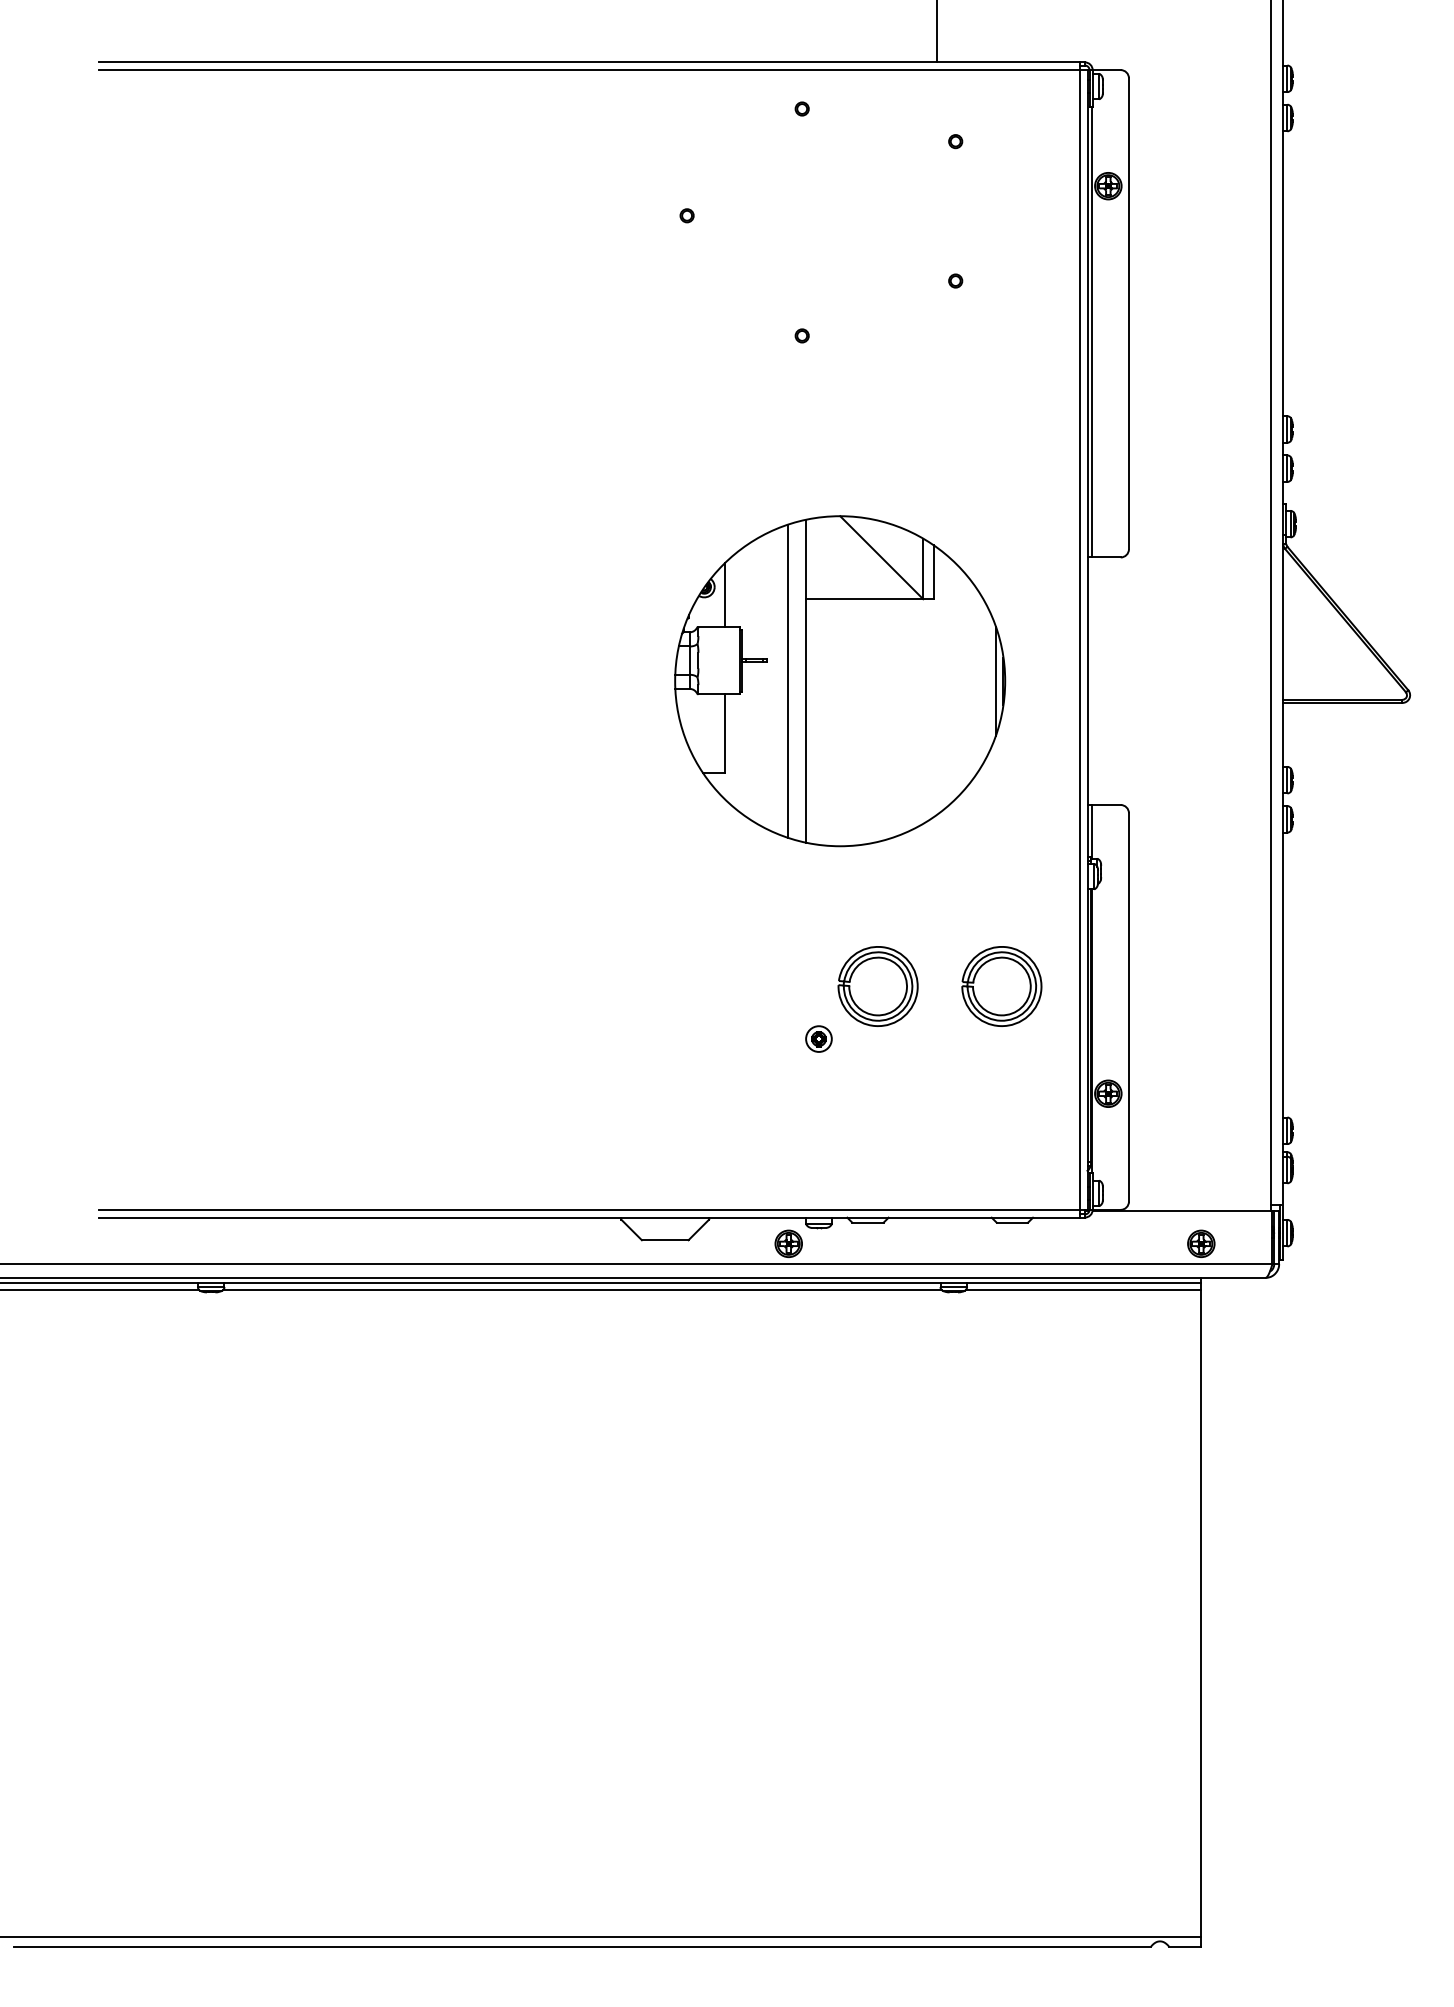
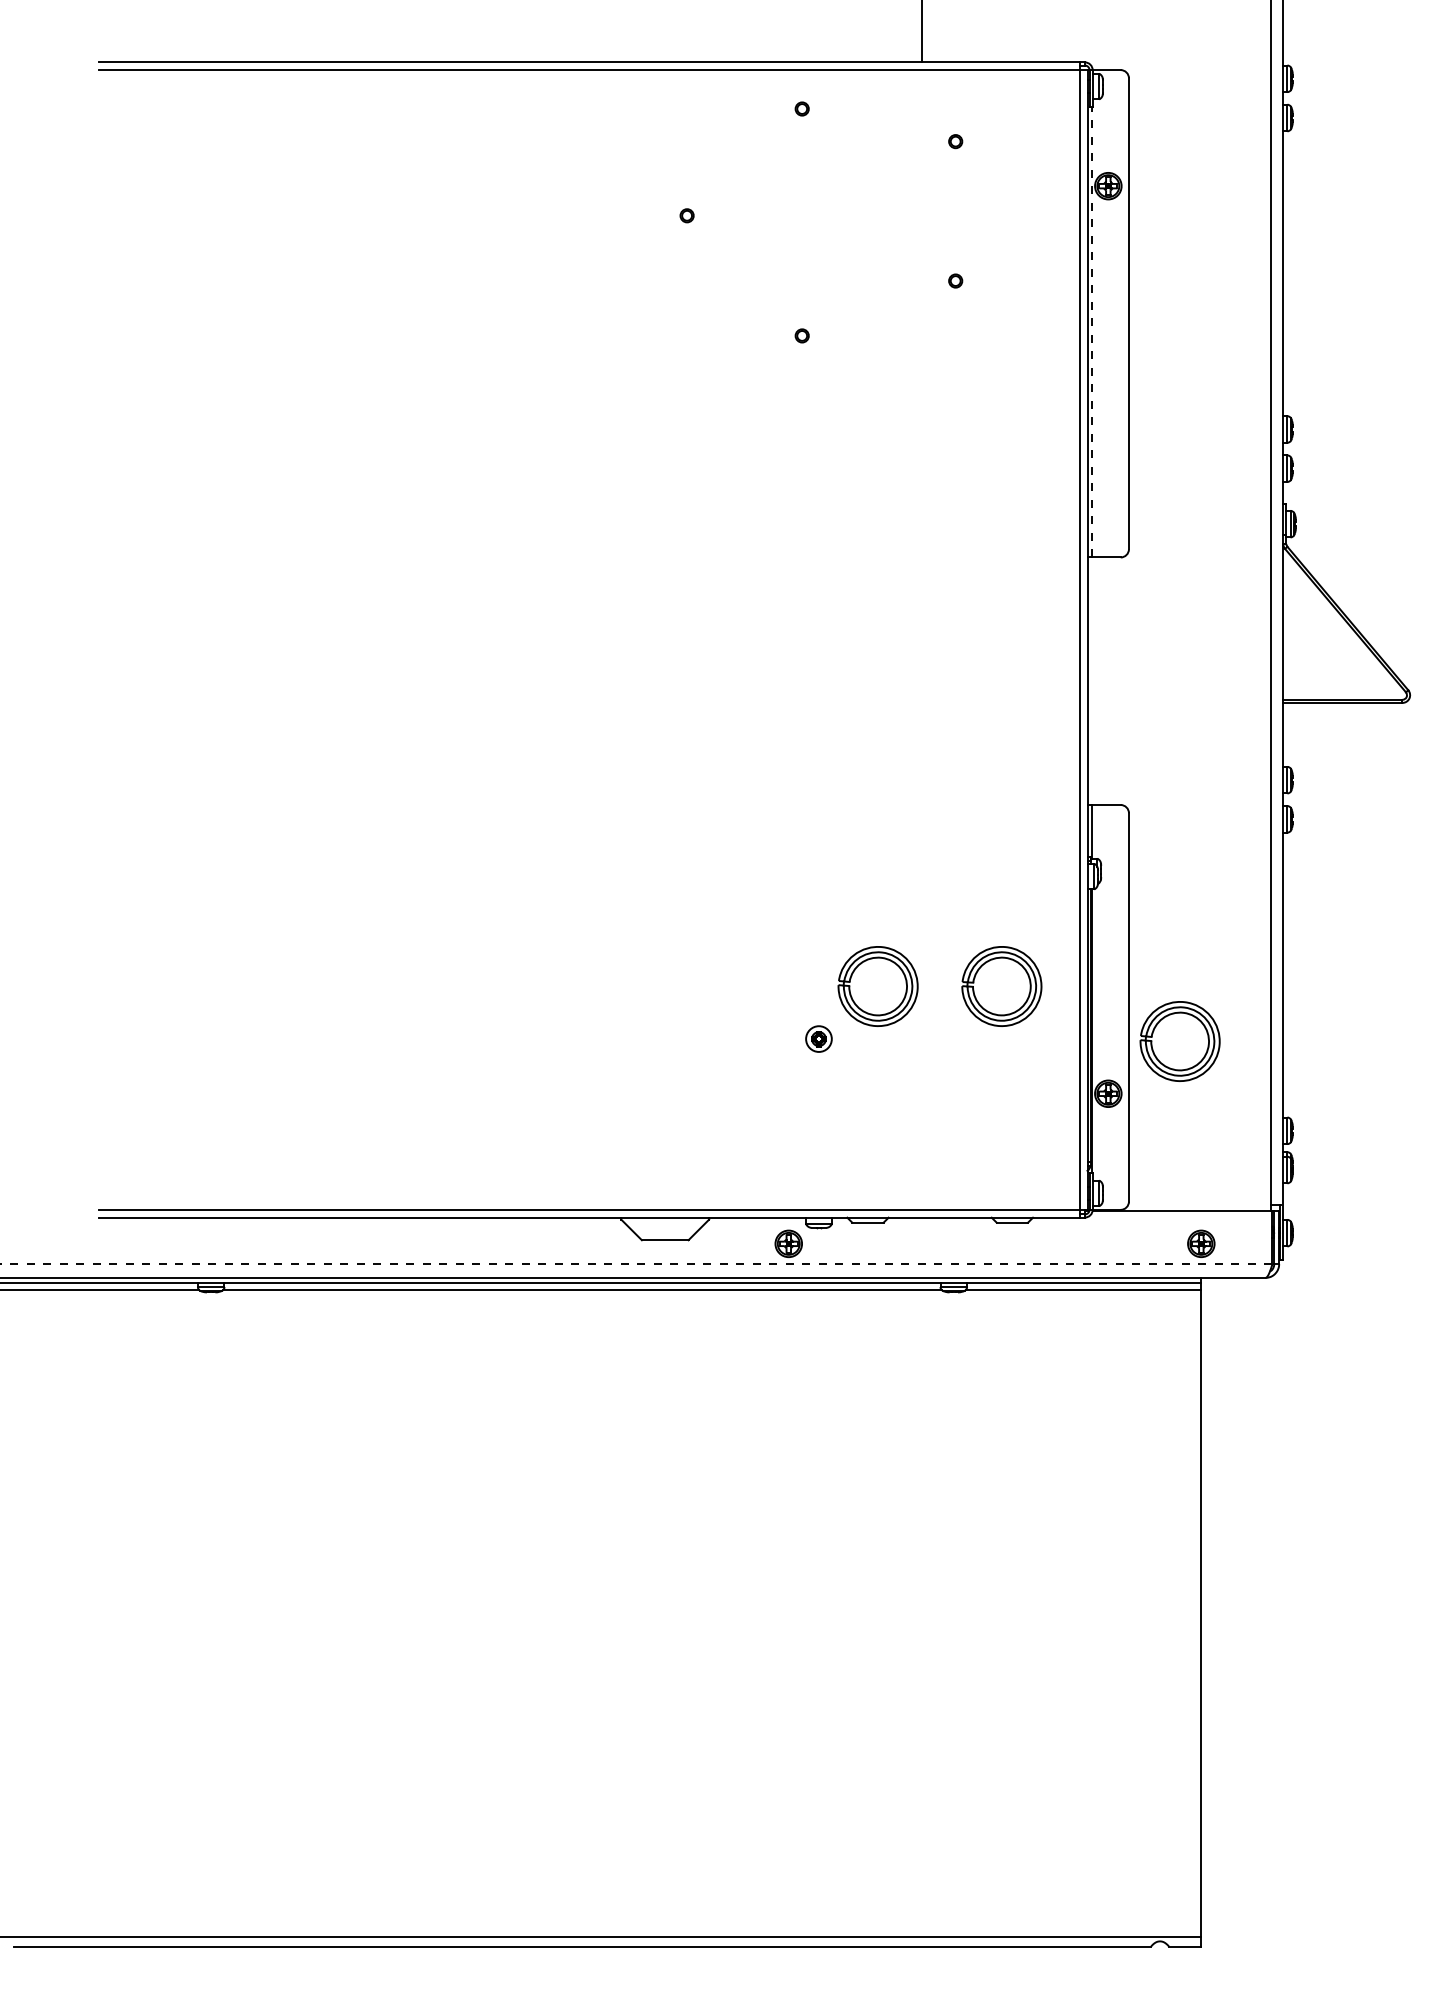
line at (936, 32) position: (936, 32) -> (921, 32)
line at (1092, 331): solid -> dashed
part at (840, 681): present -> none
part at (1179, 1041): none -> present
line at (636, 1264): solid -> dashed
